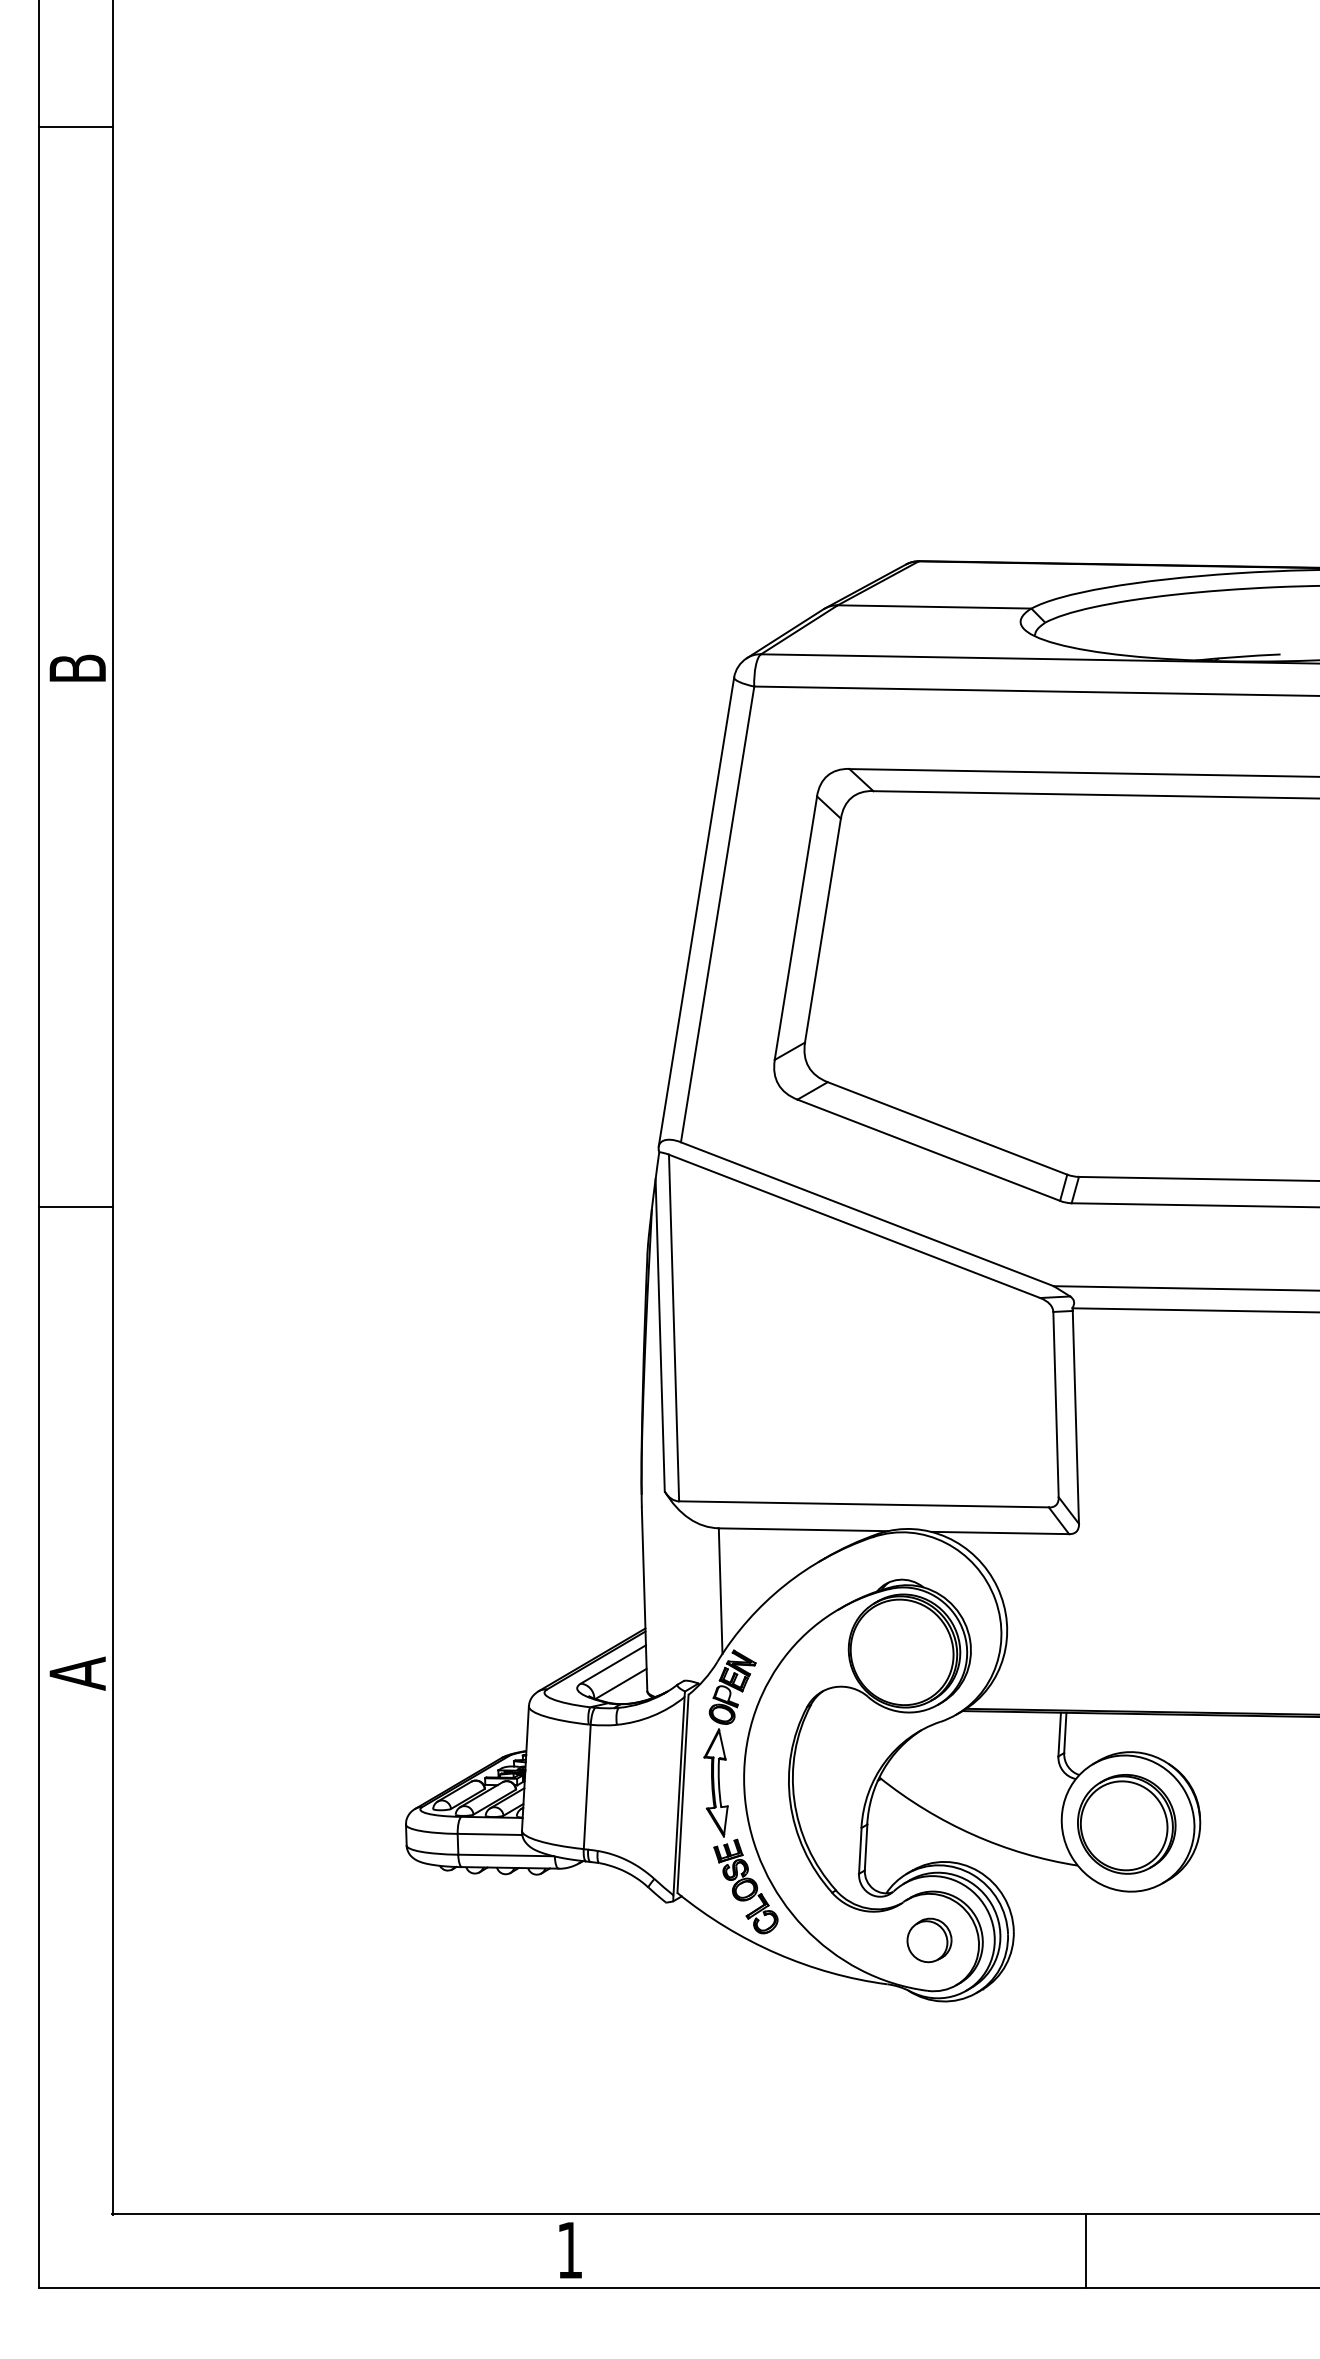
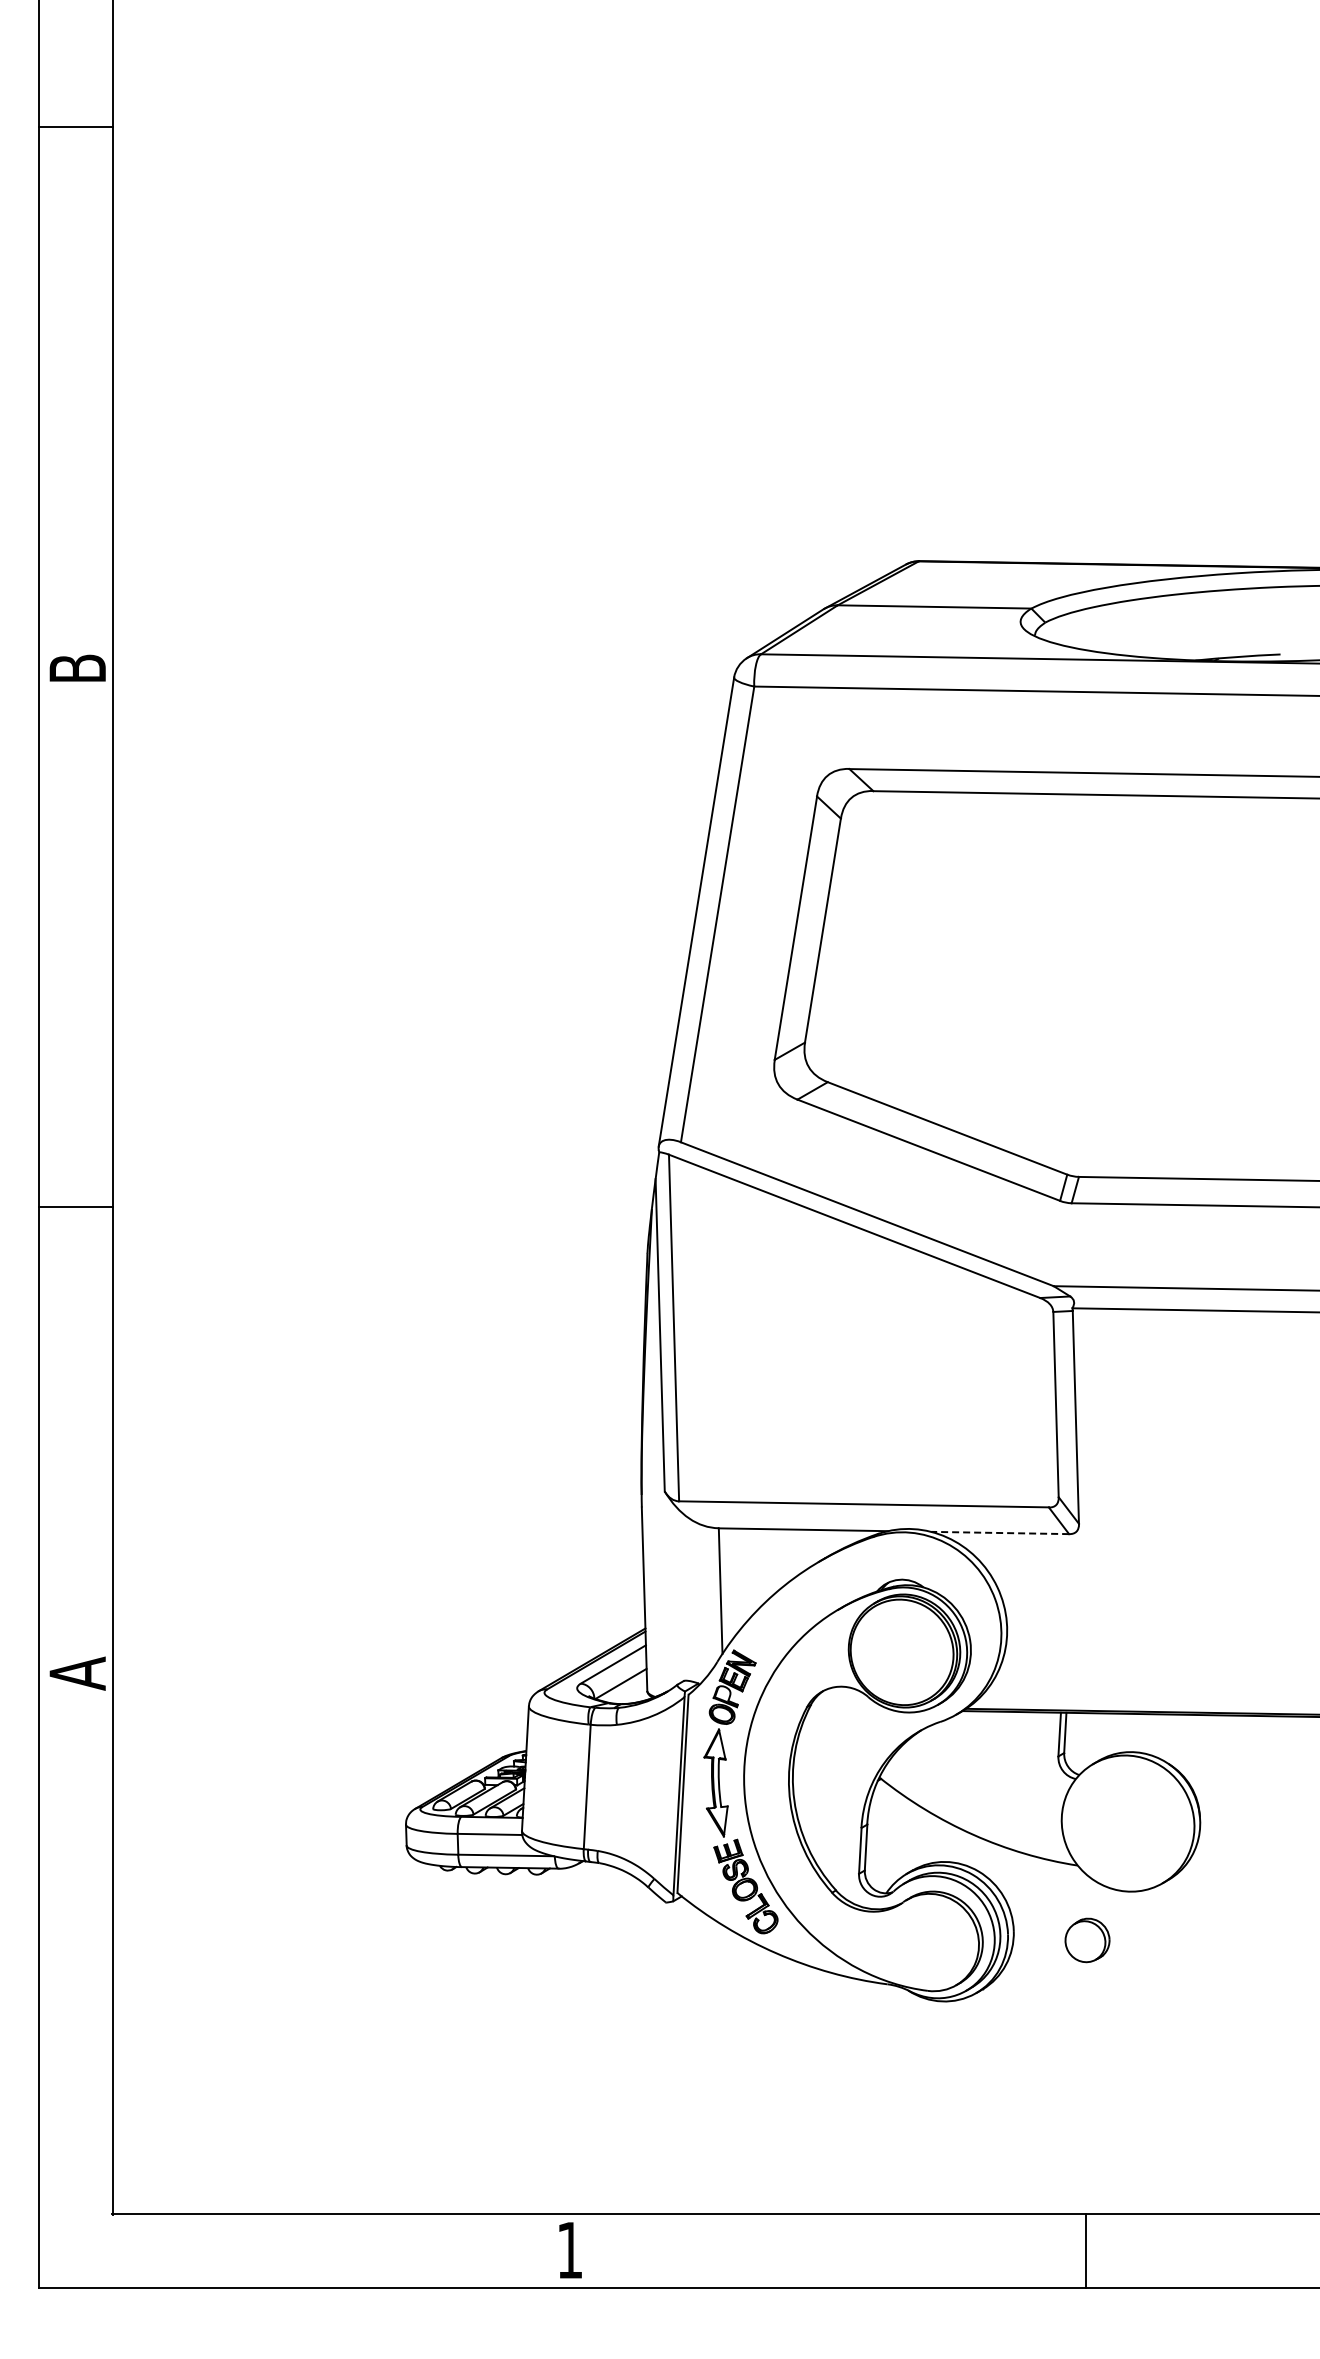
line at (1000, 1533): solid -> dashed
part at (1126, 1824): present -> none
part at (929, 1940) position: (929, 1940) -> (1087, 1940)
